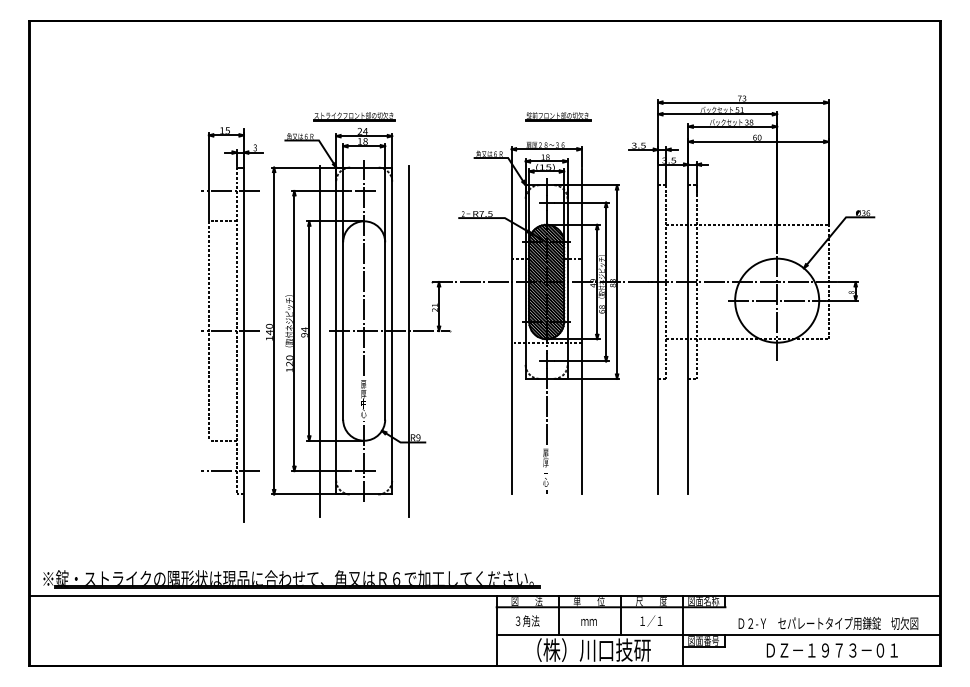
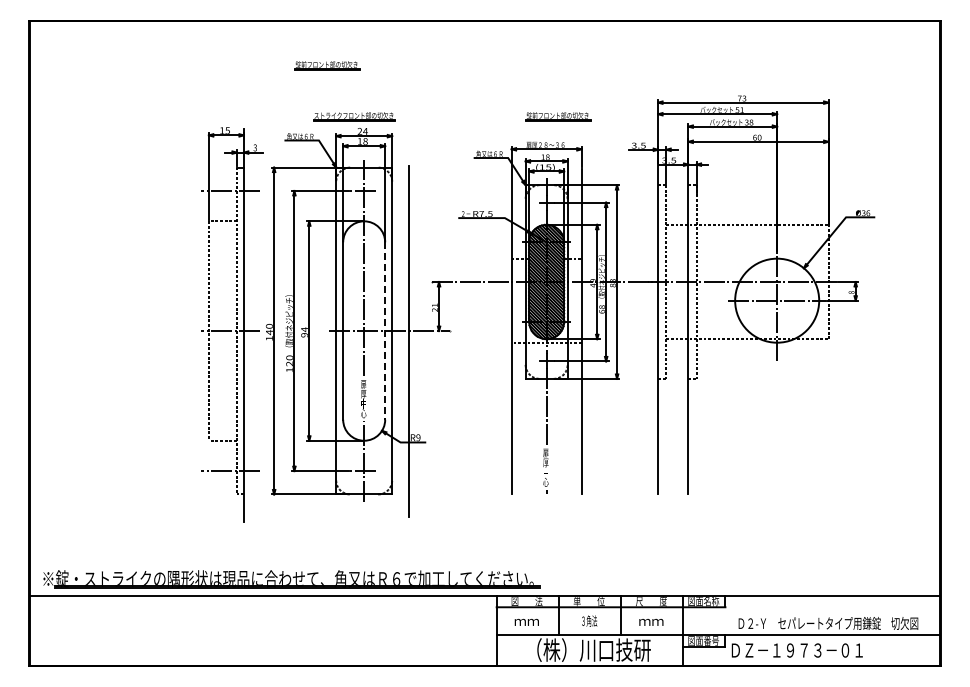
part at (327, 65): none -> present
line at (385, 331): solid -> dashed
line at (319, 340): present -> none
text at (526, 620): ３角法 -> ｍｍ
text at (589, 620): ｍｍ -> ３角法
text at (651, 620): １／１ -> ｍｍ
text at (831, 650) position: (831, 650) -> (796, 650)
